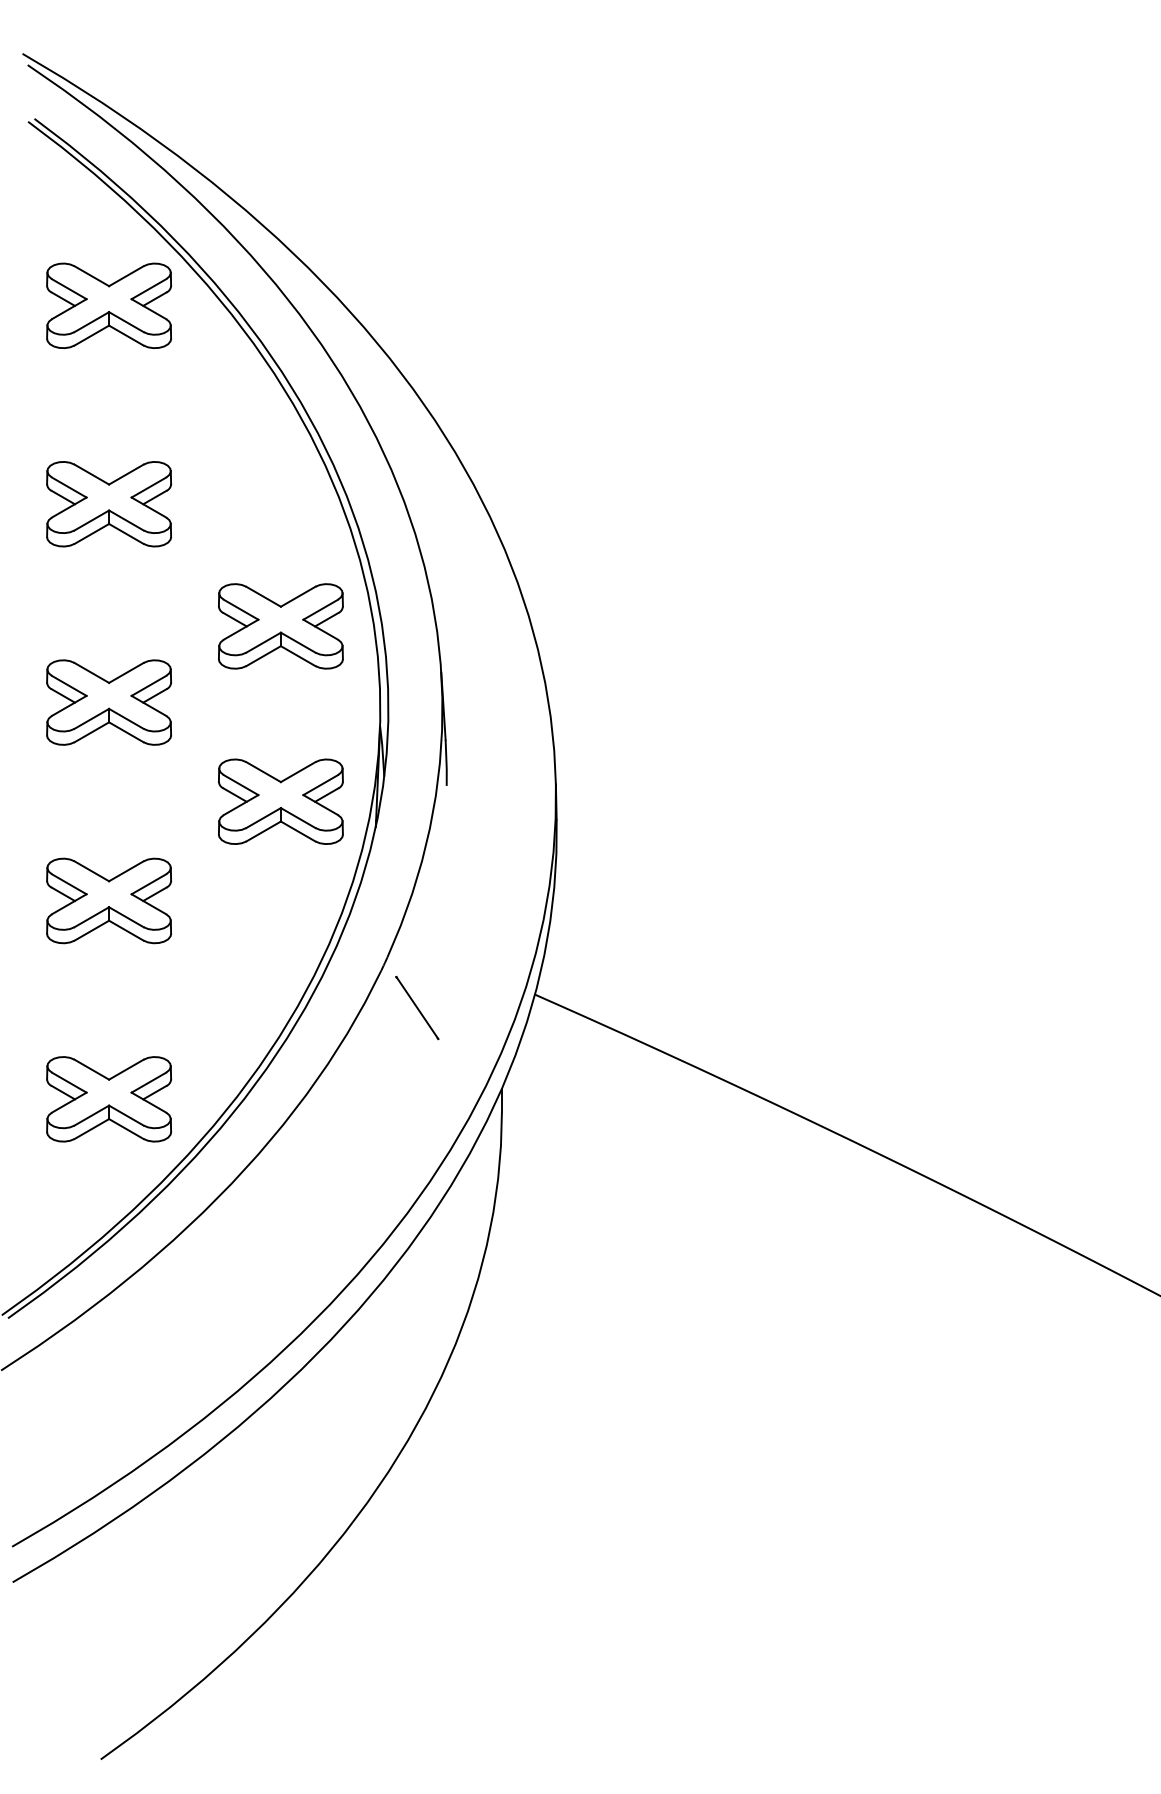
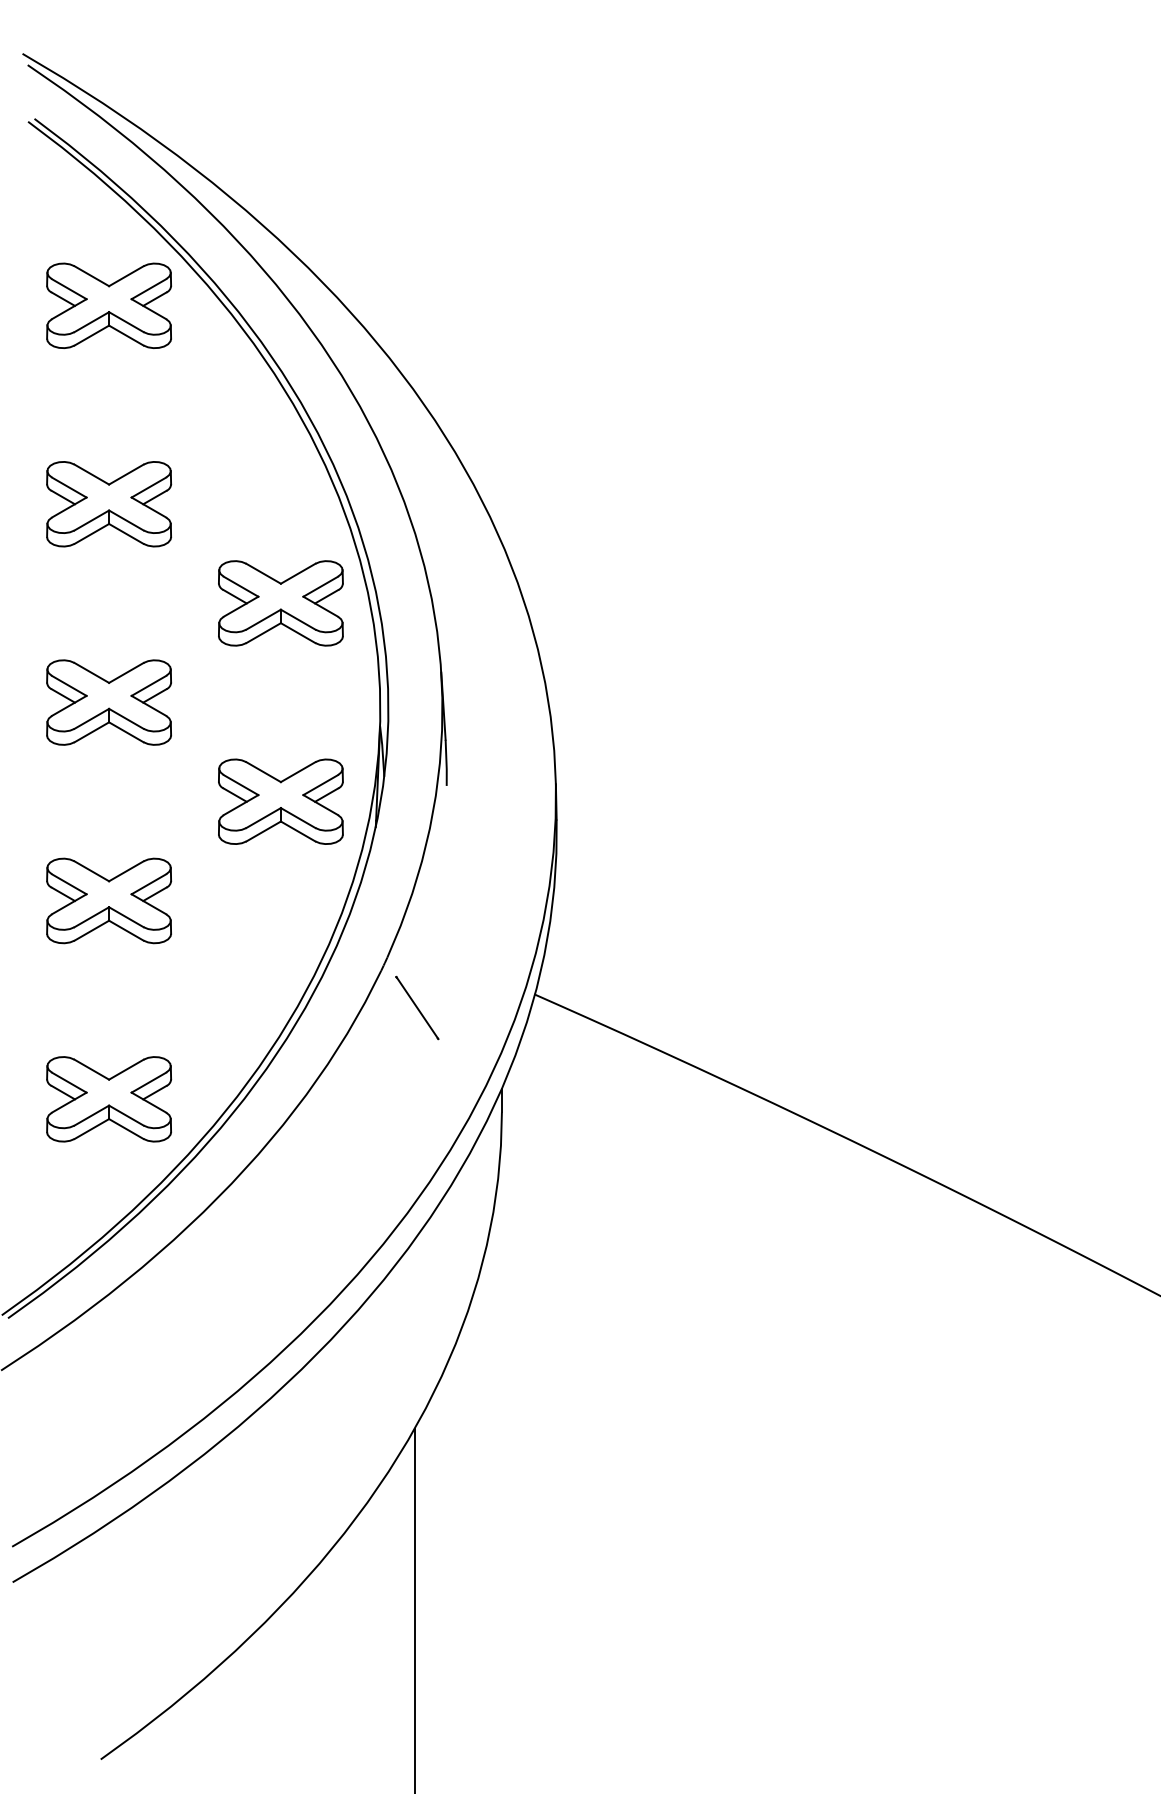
part at (280, 626) position: (280, 626) -> (280, 603)
line at (414, 1609): none -> present
